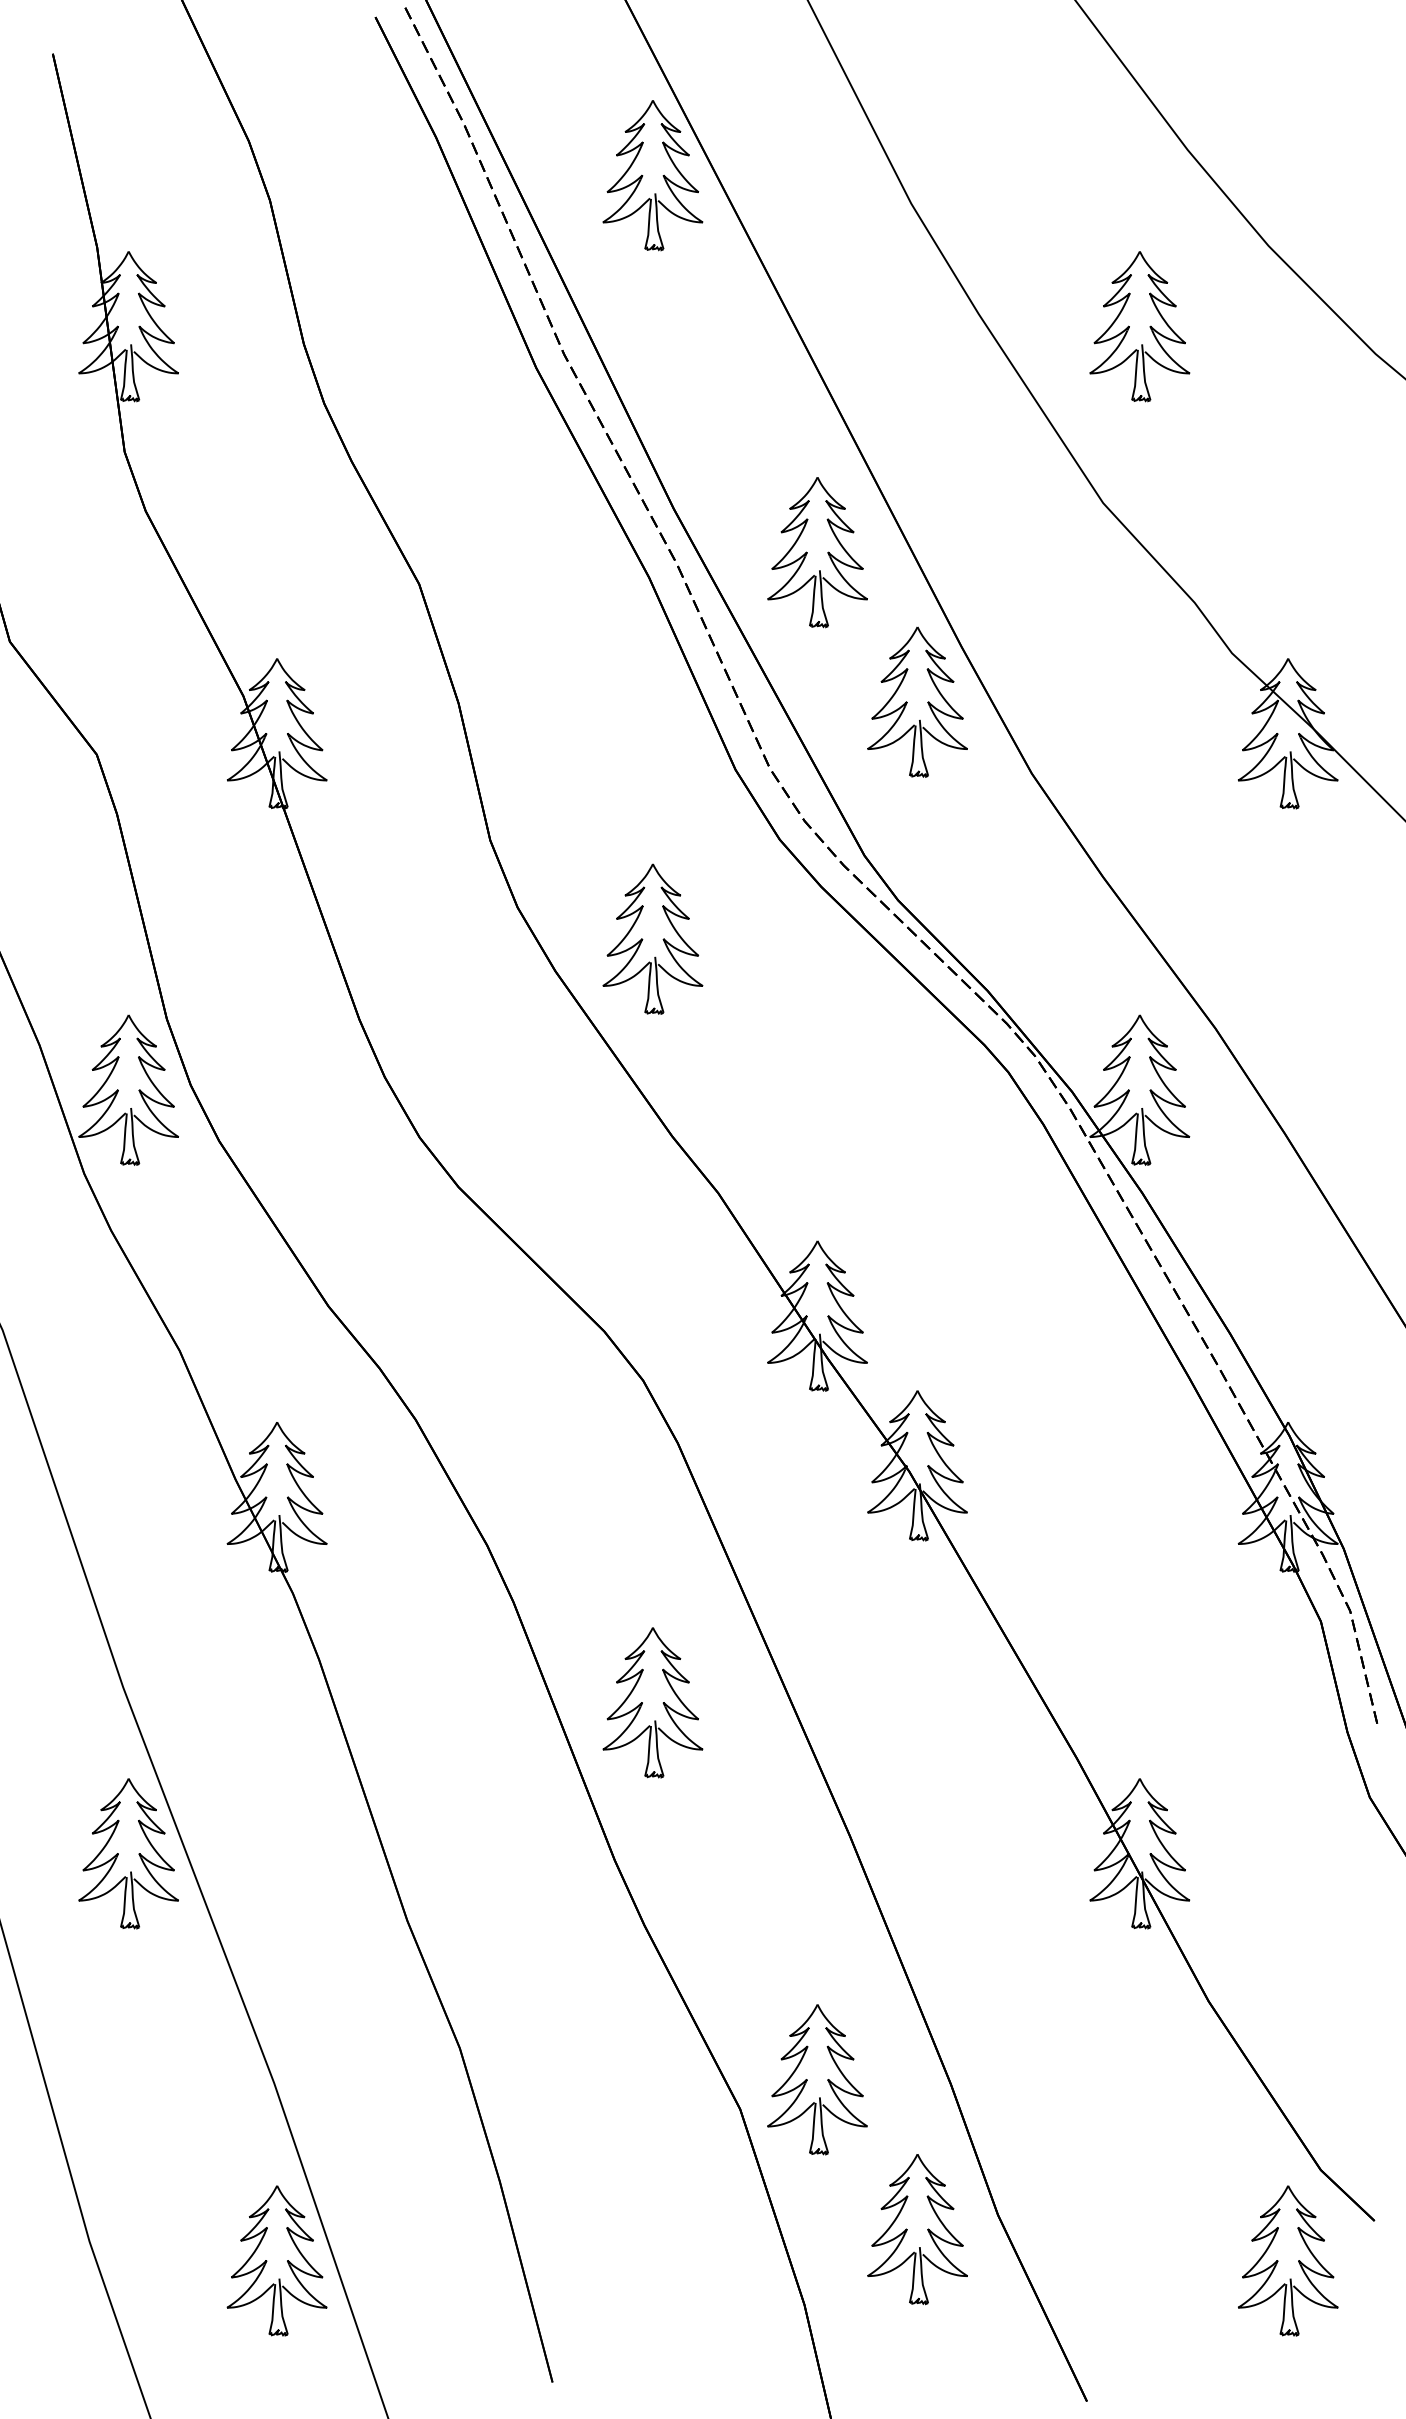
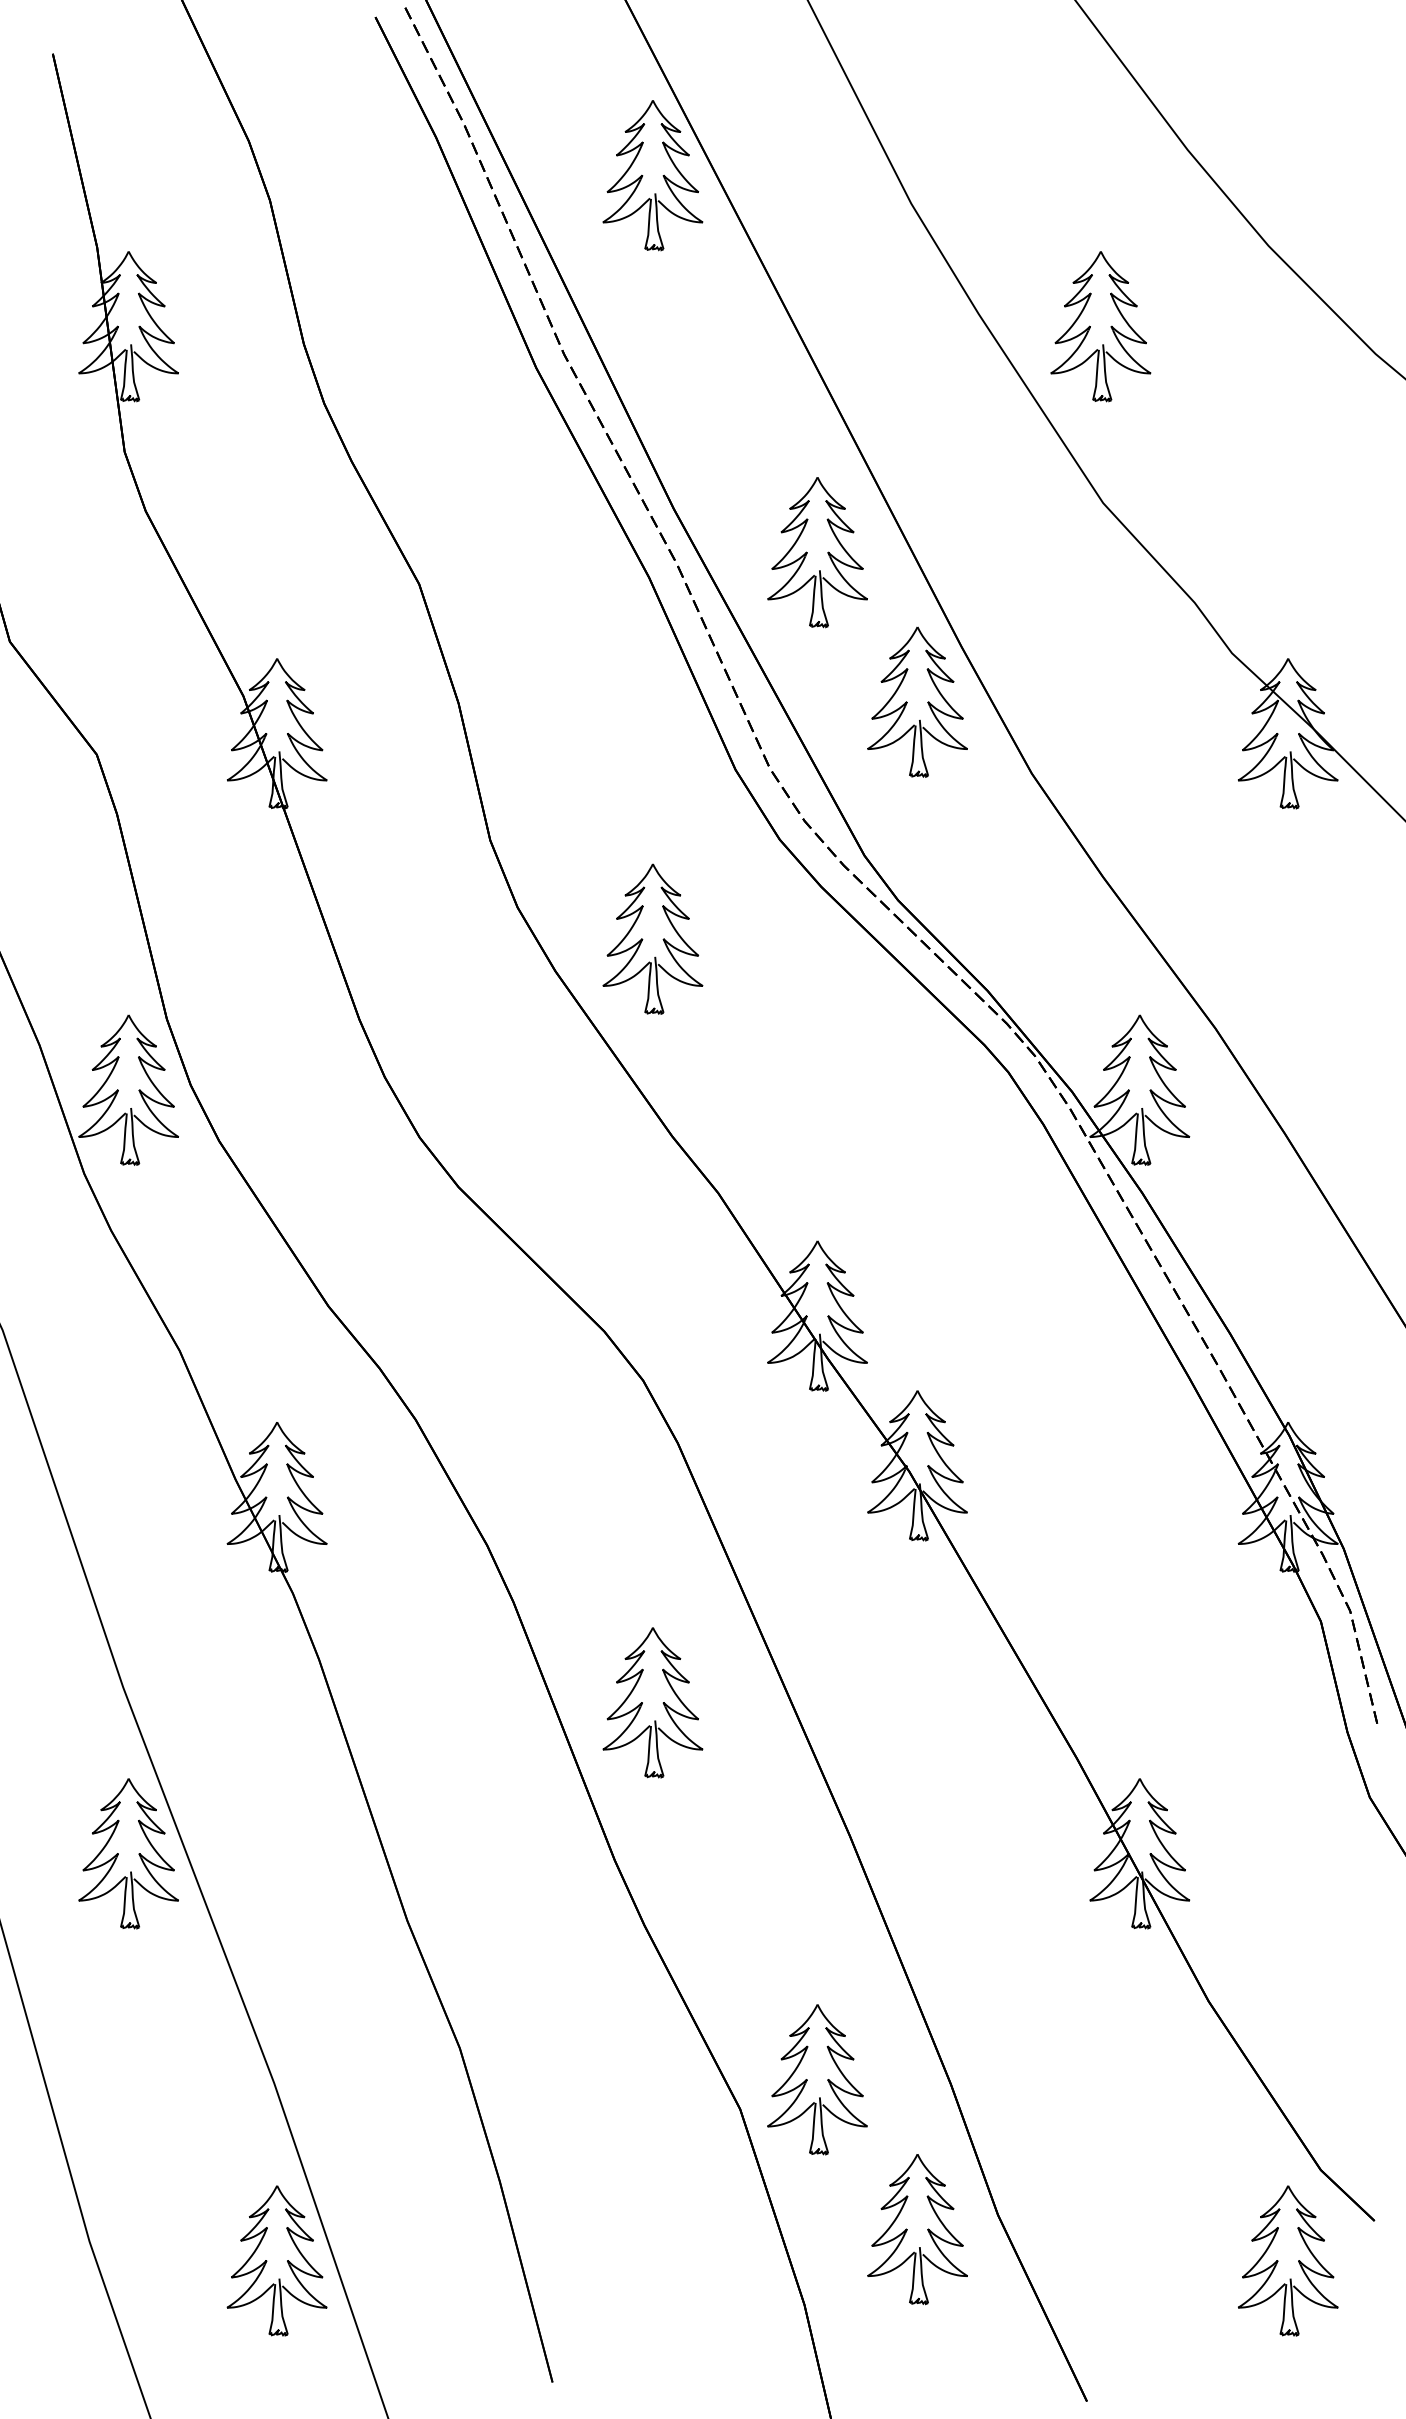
part at (1139, 326) position: (1139, 326) -> (1100, 326)
